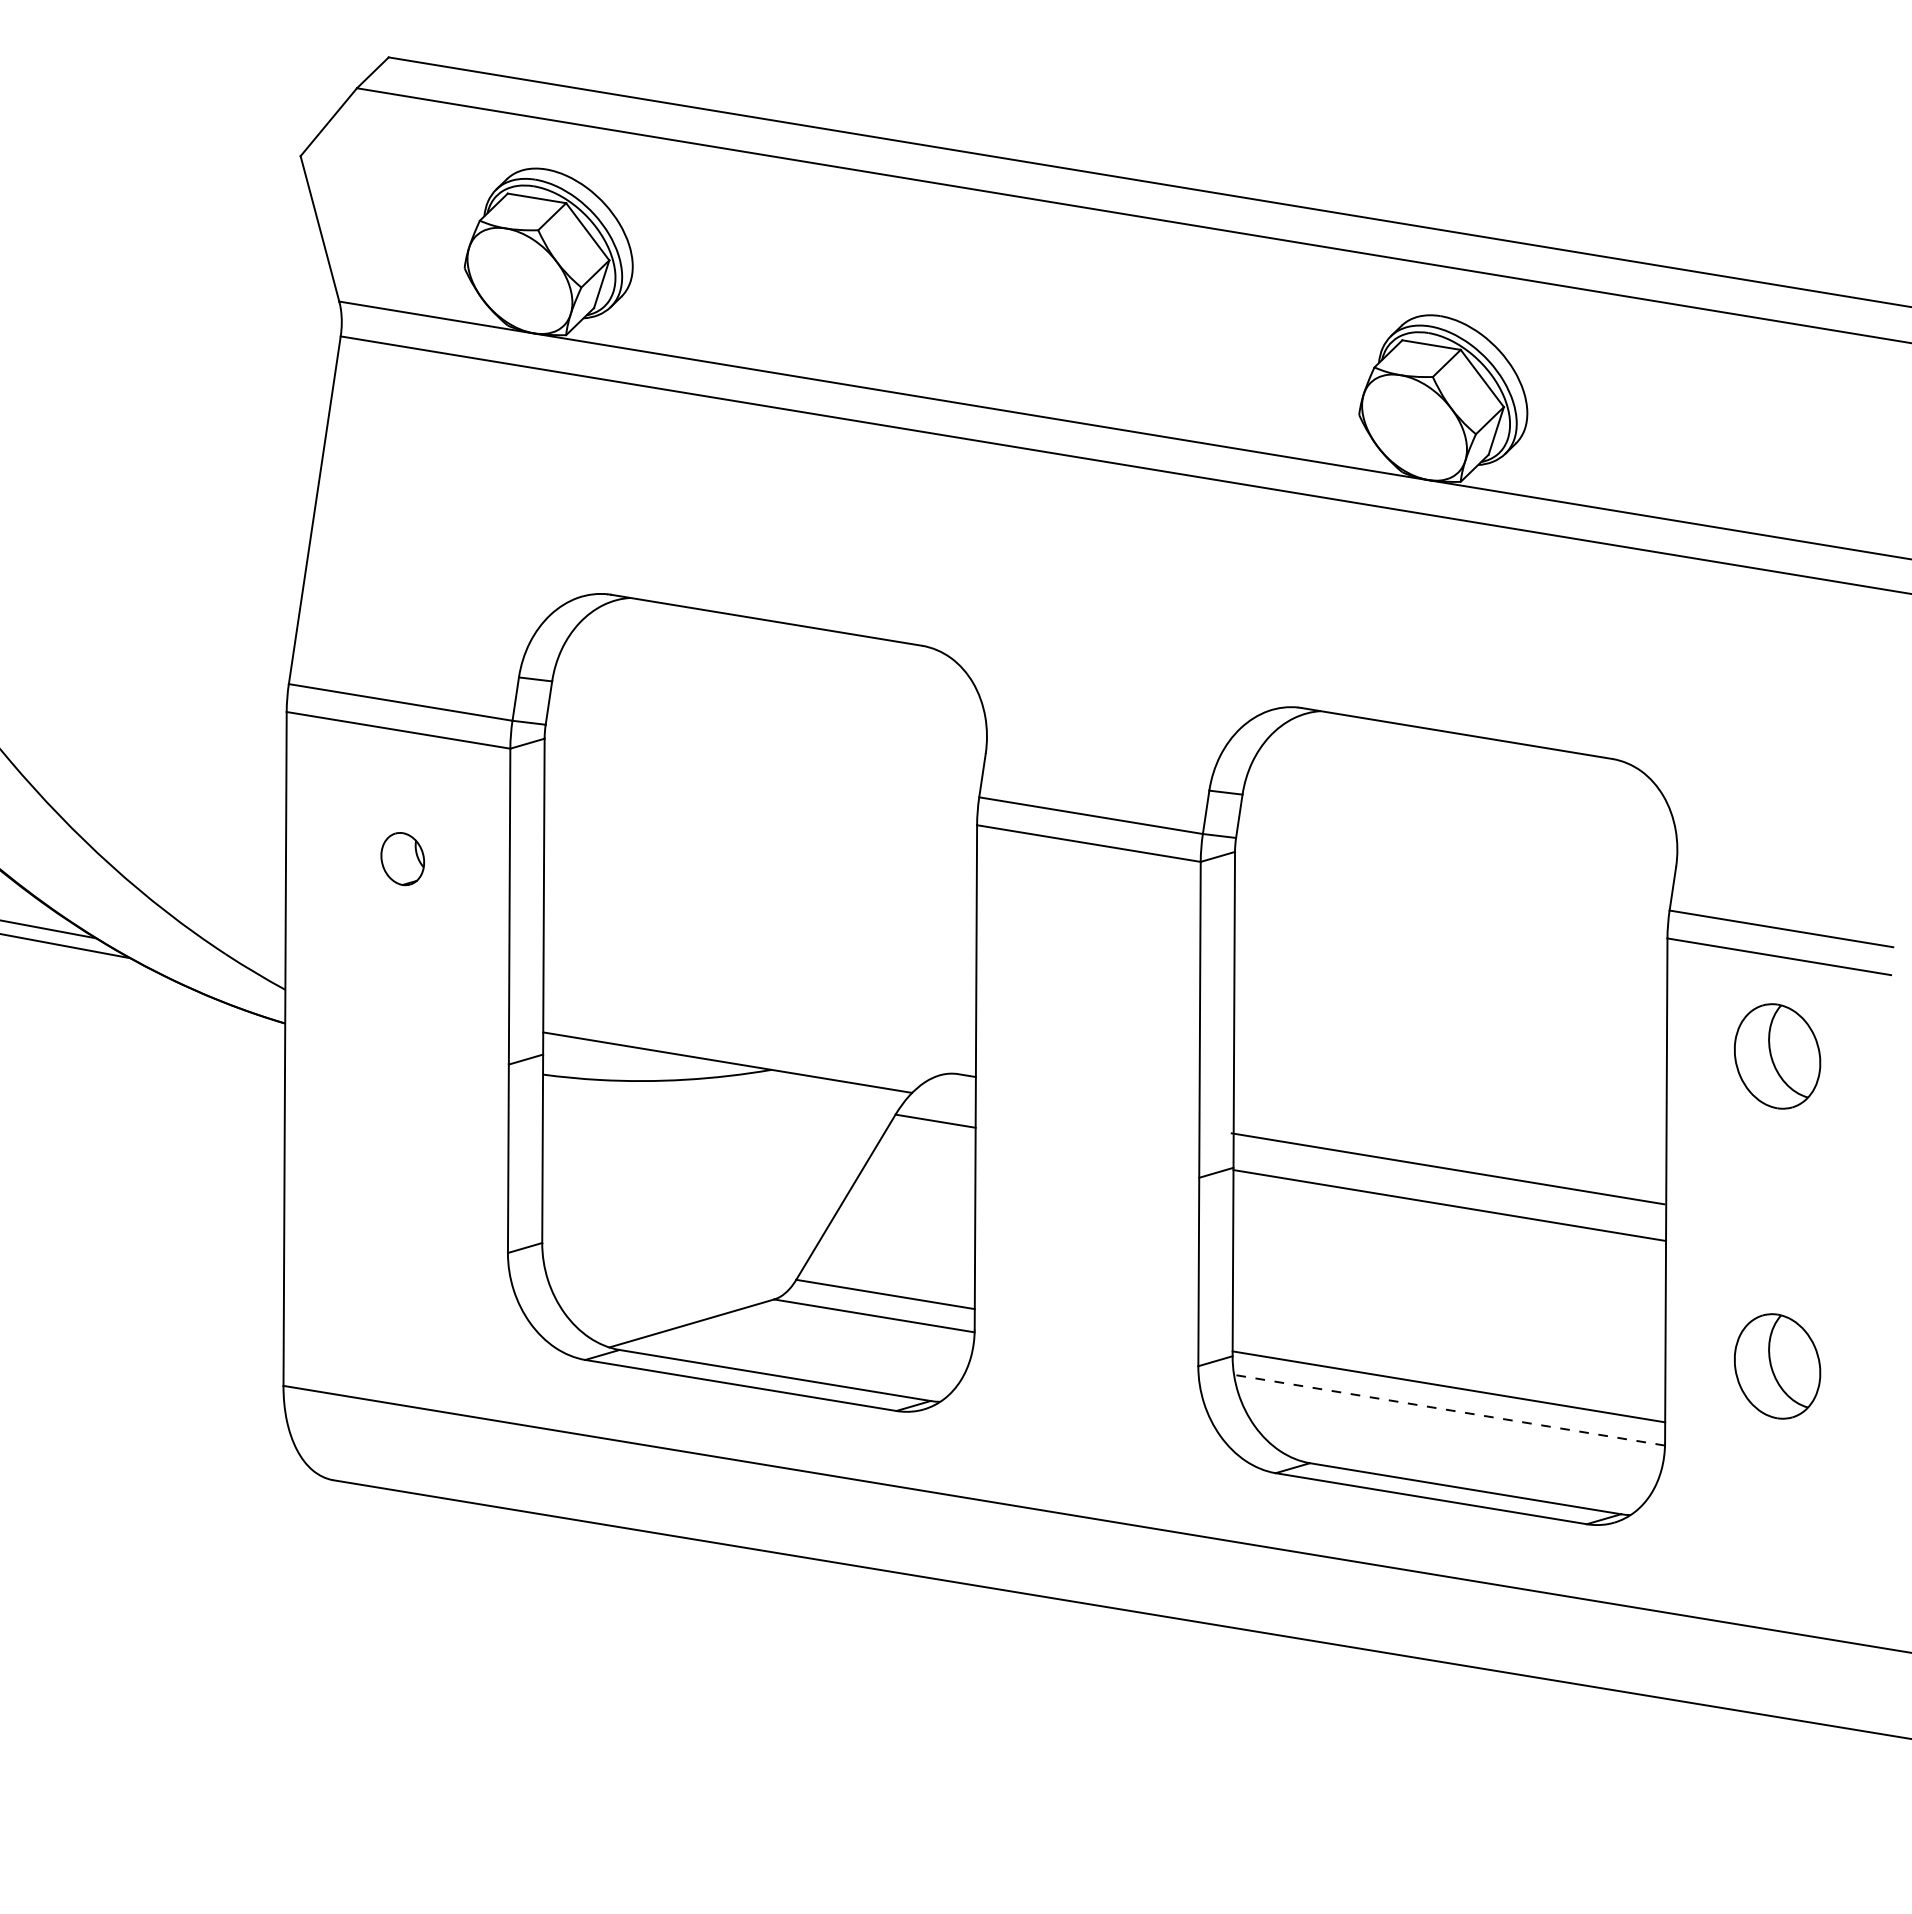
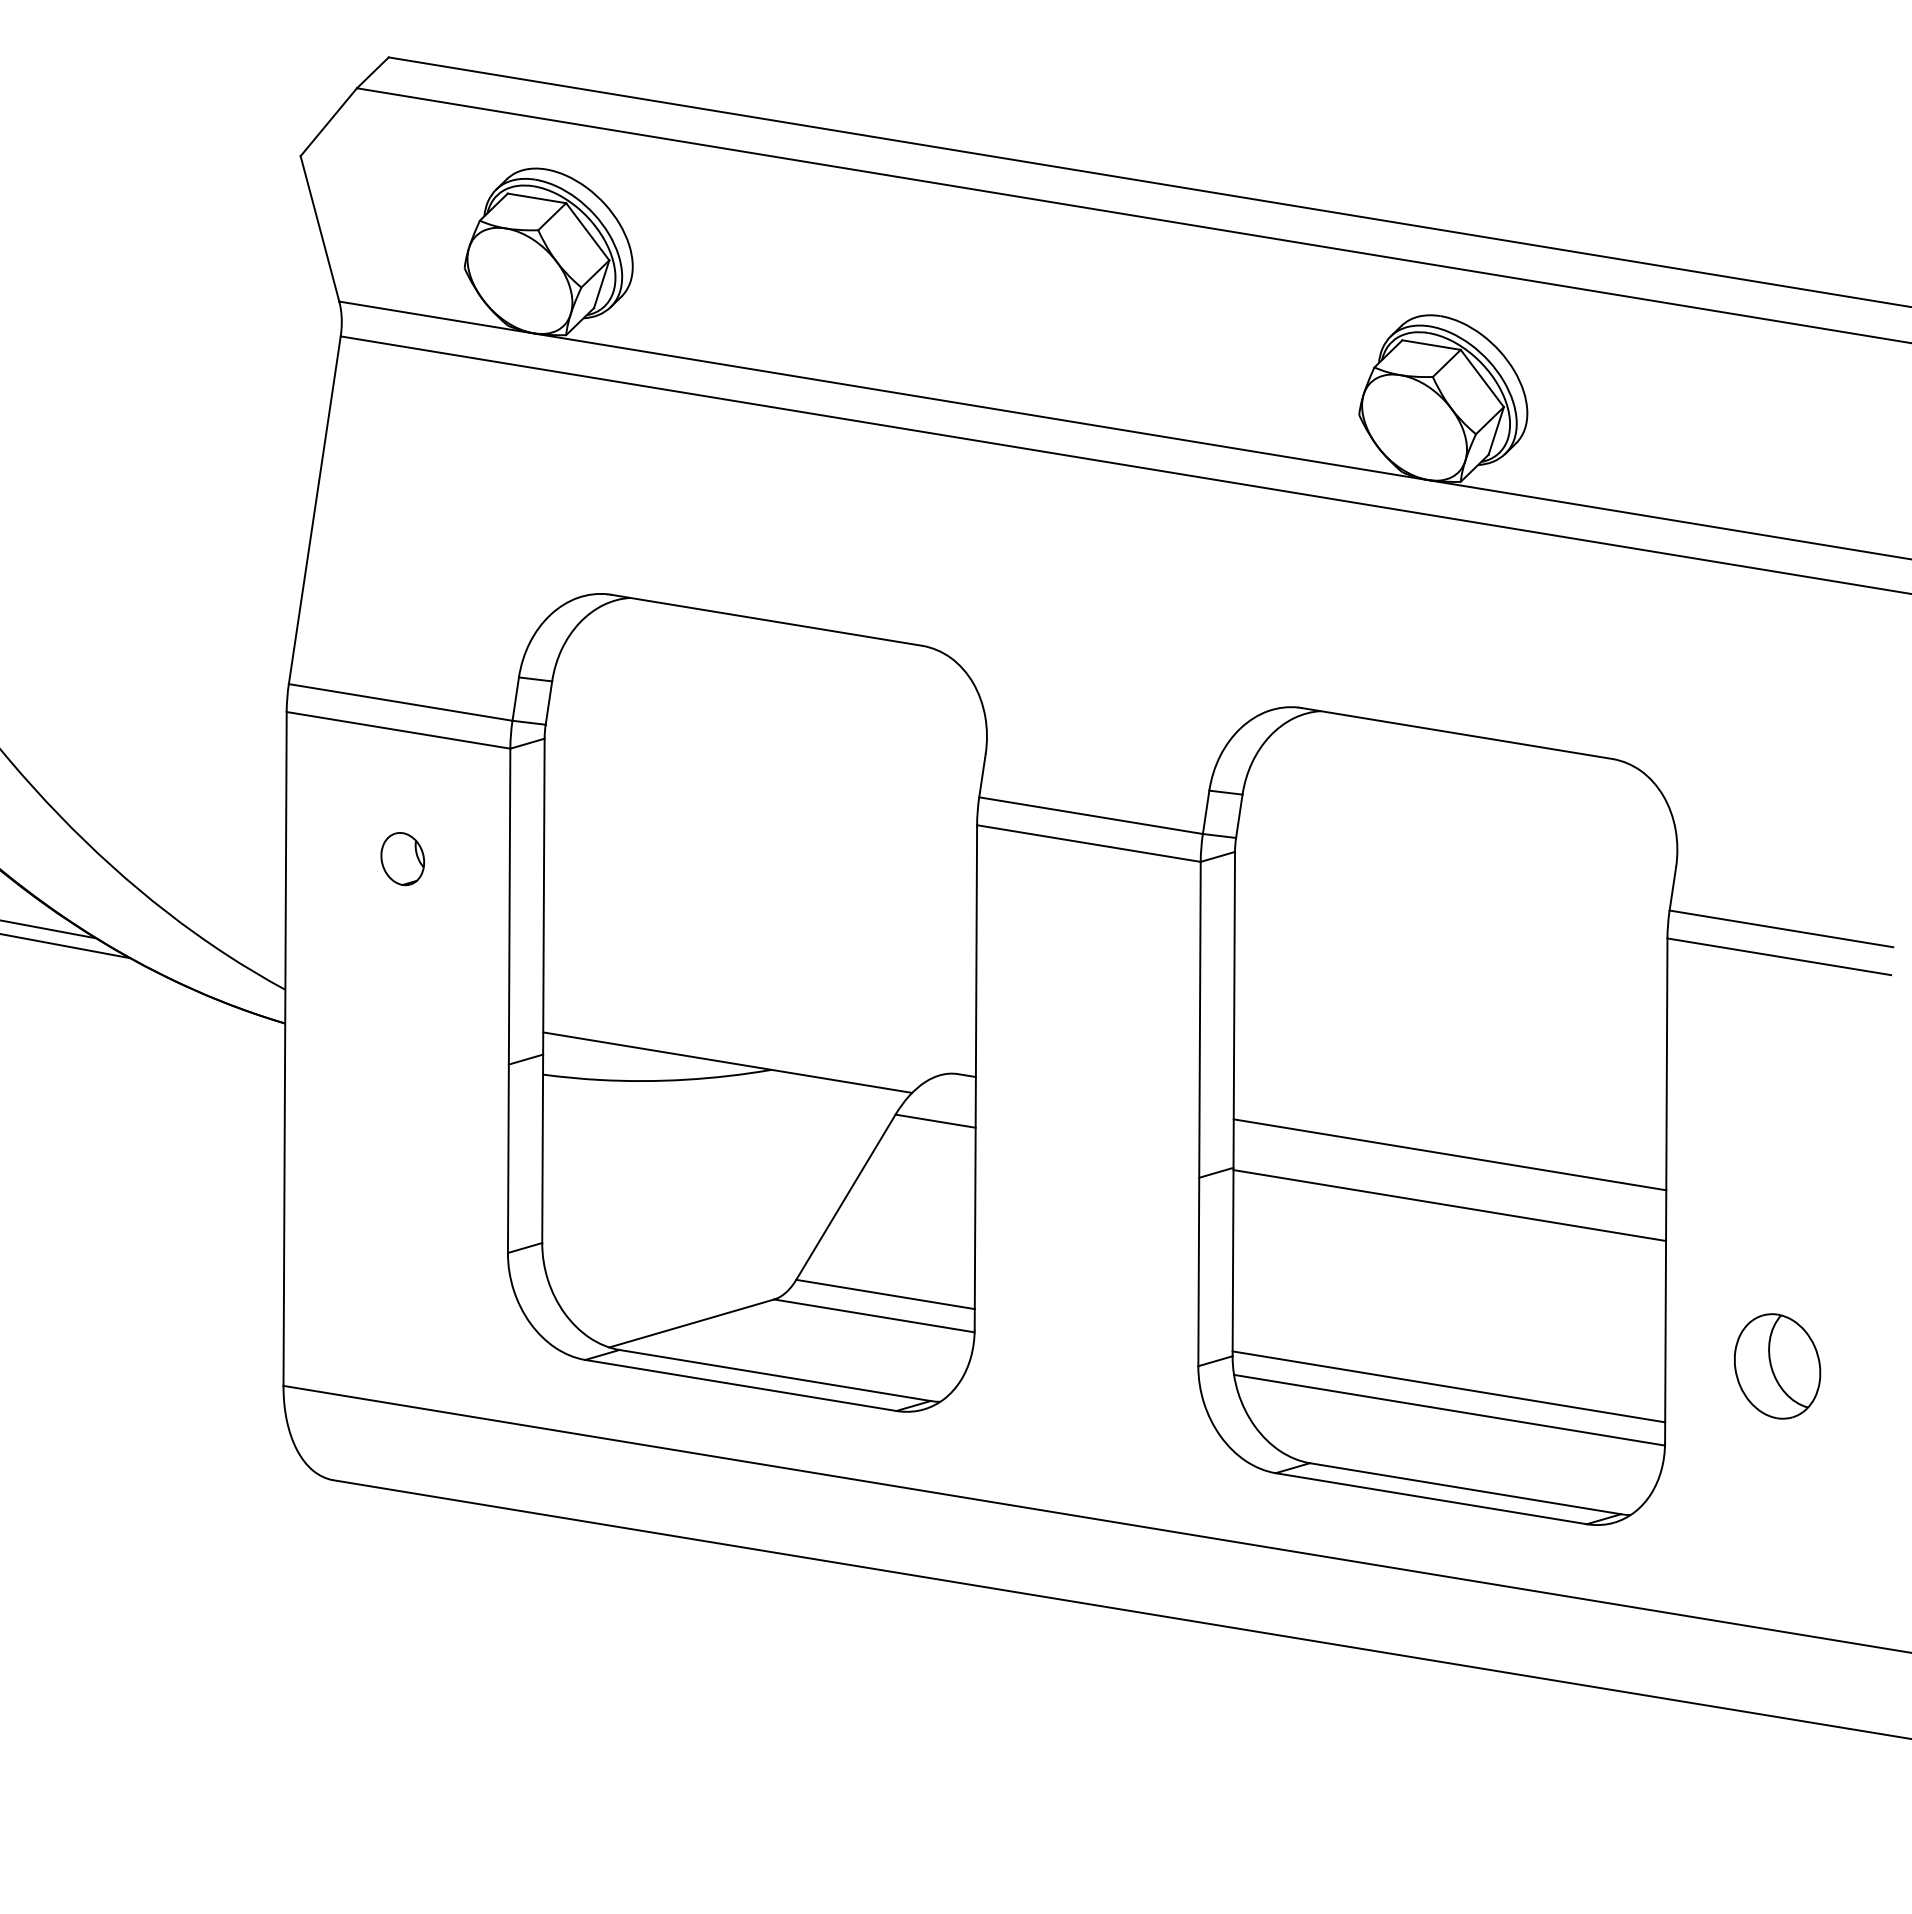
part at (1777, 1056): present -> none
line at (1447, 1168) position: (1447, 1168) -> (1449, 1154)
line at (1449, 1410): dashed -> solid
